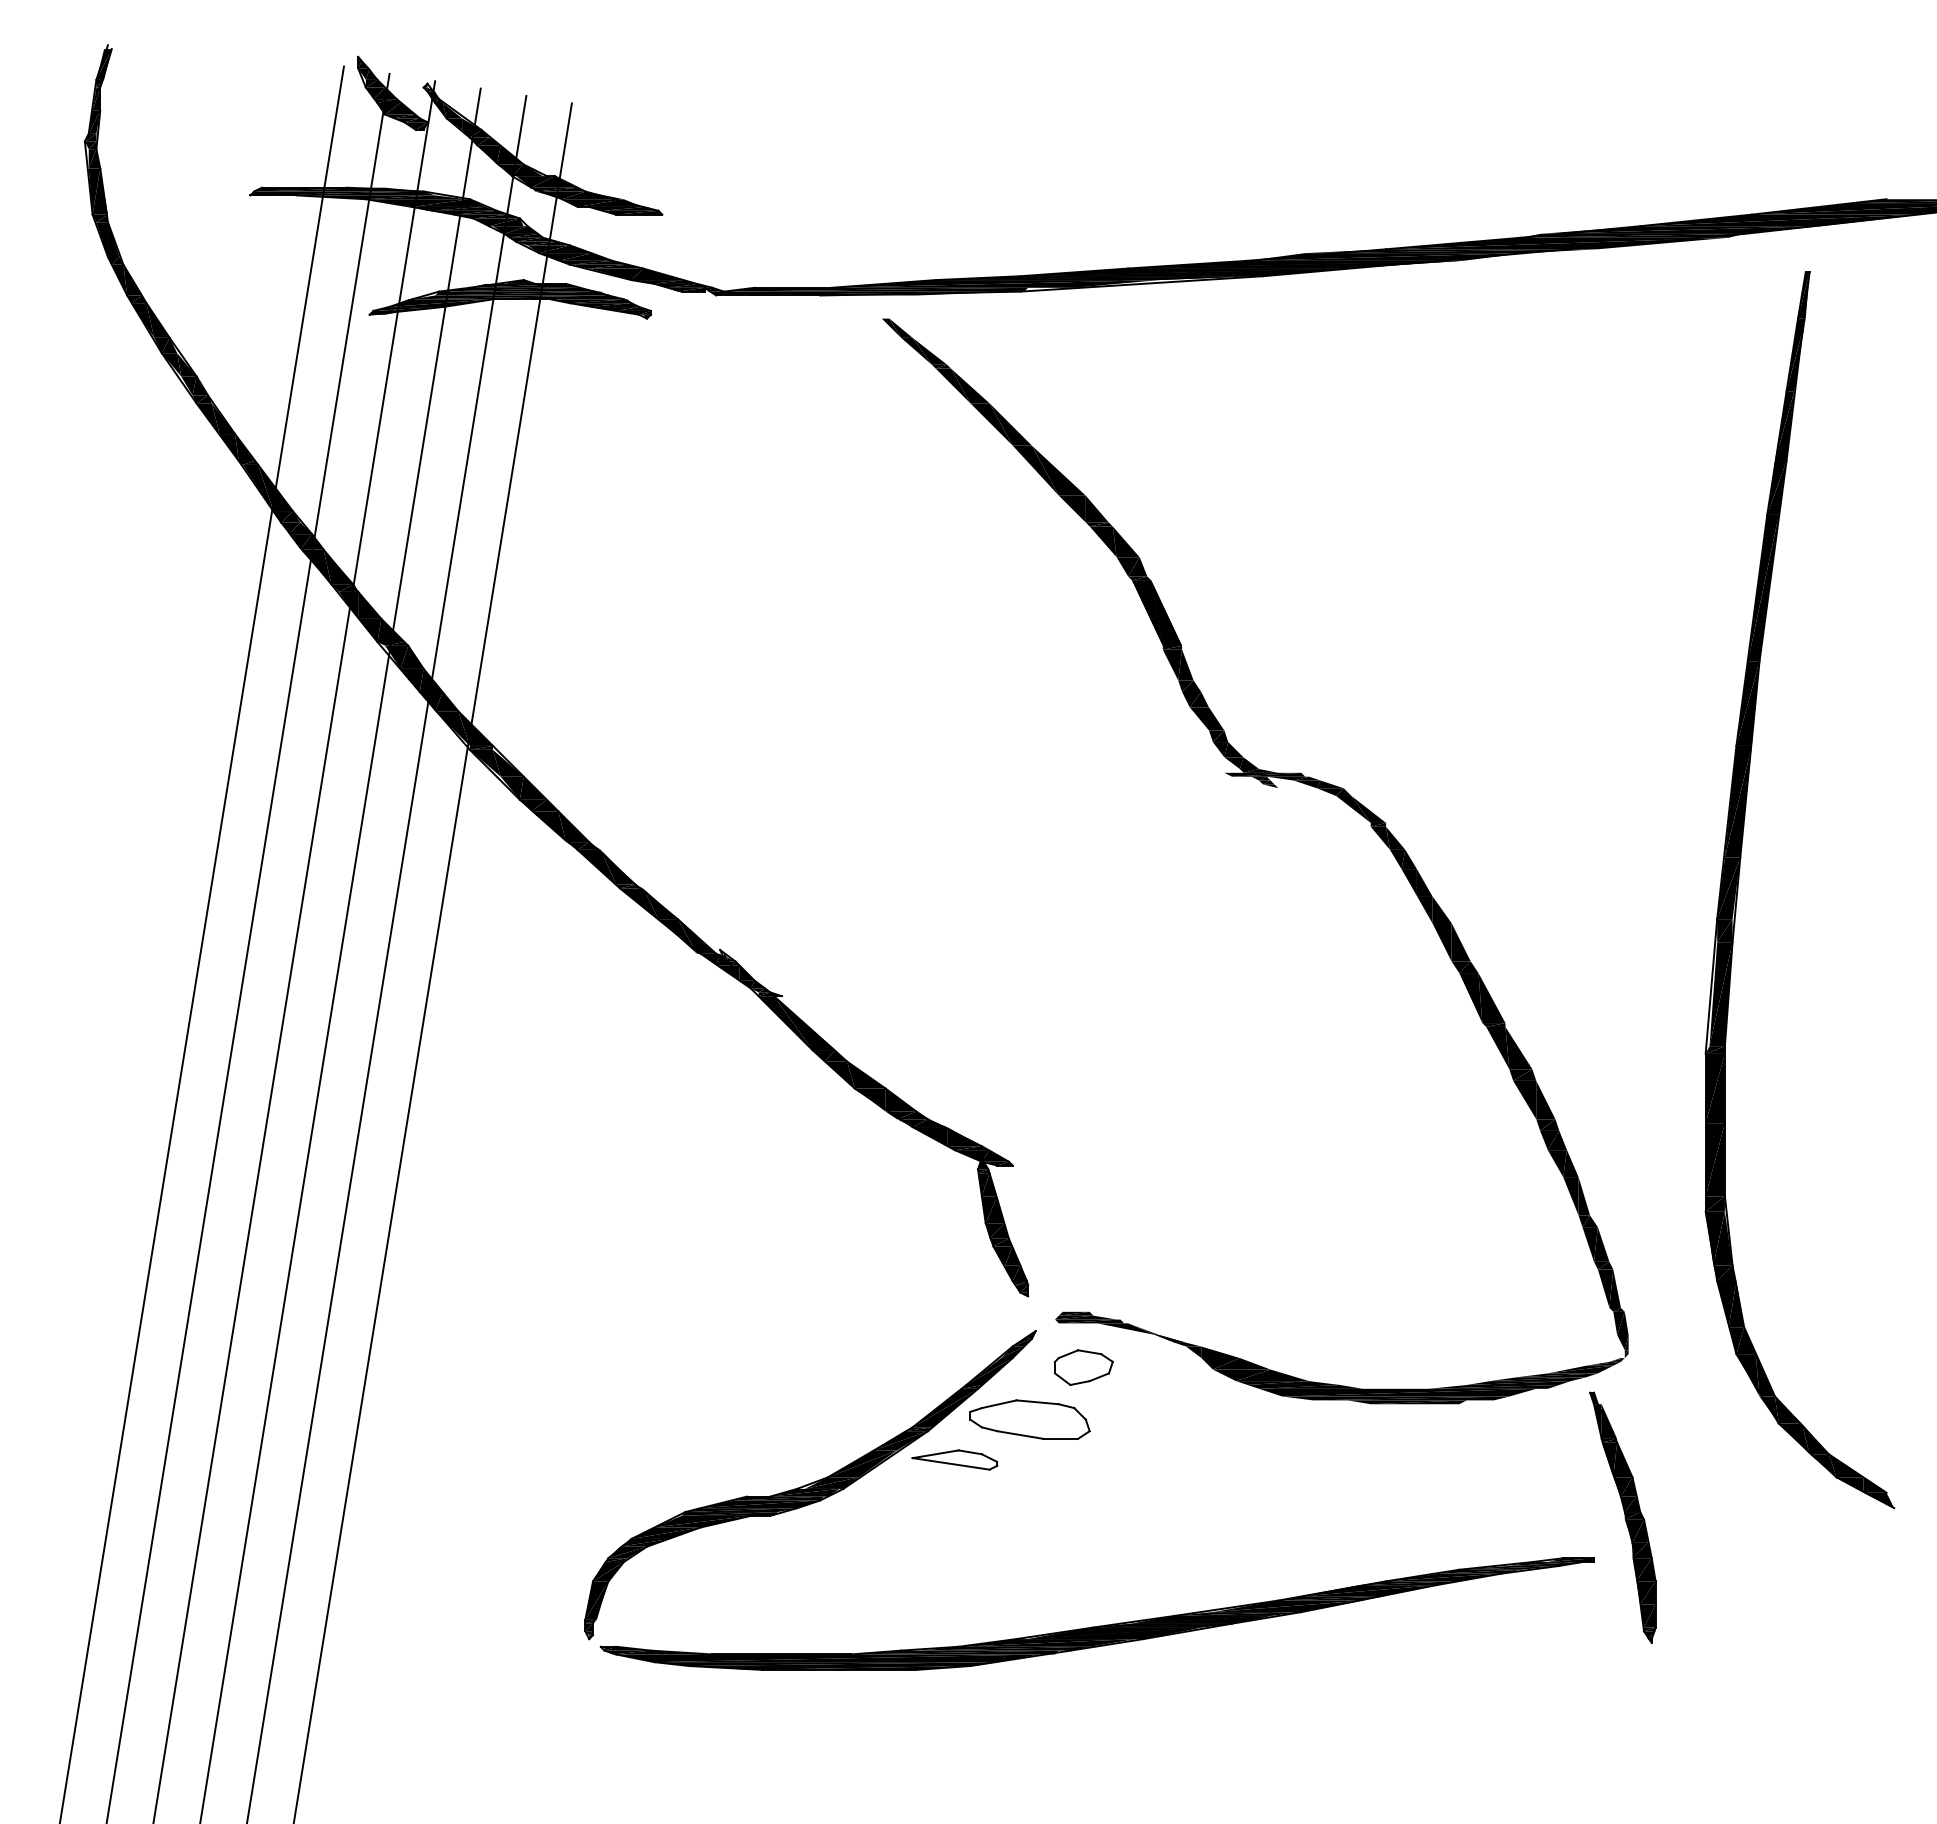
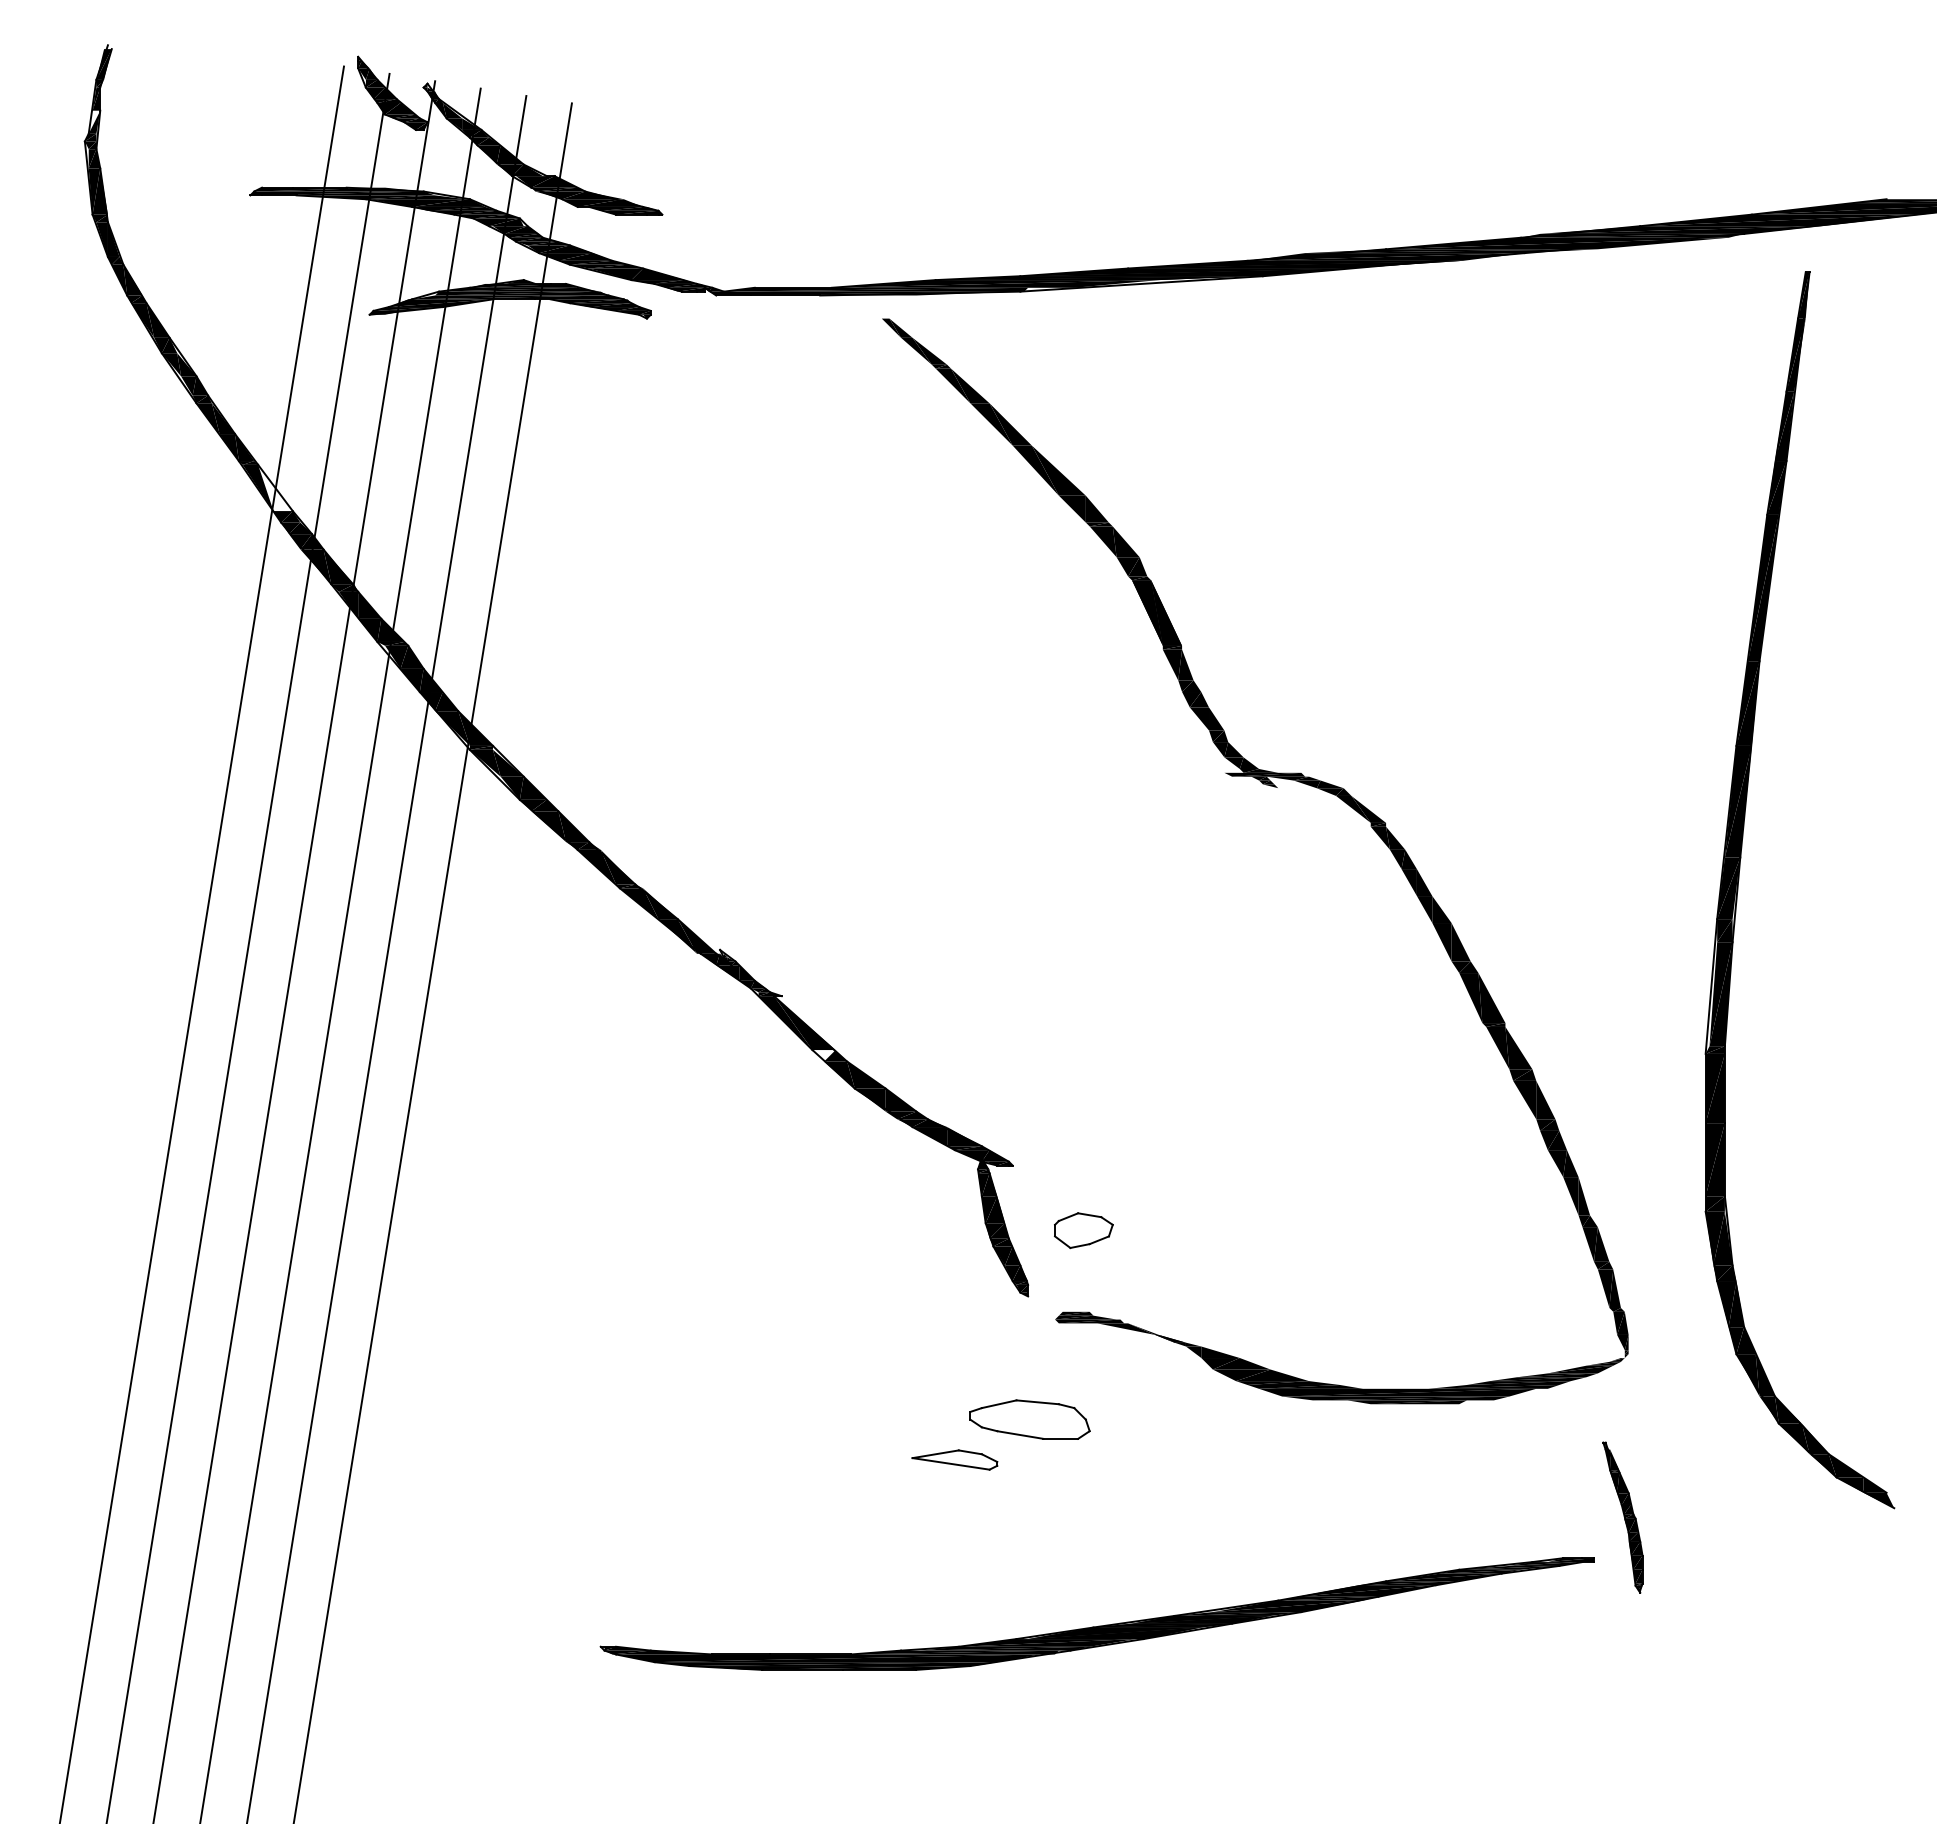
fill at (94, 121): present -> none
fill at (275, 487): present -> none
fill at (823, 1055): present -> none
part at (1083, 1367) position: (1083, 1367) -> (1083, 1230)
part at (810, 1485): present -> none
part at (1622, 1517) size: 68x253 px -> 42x153 px
